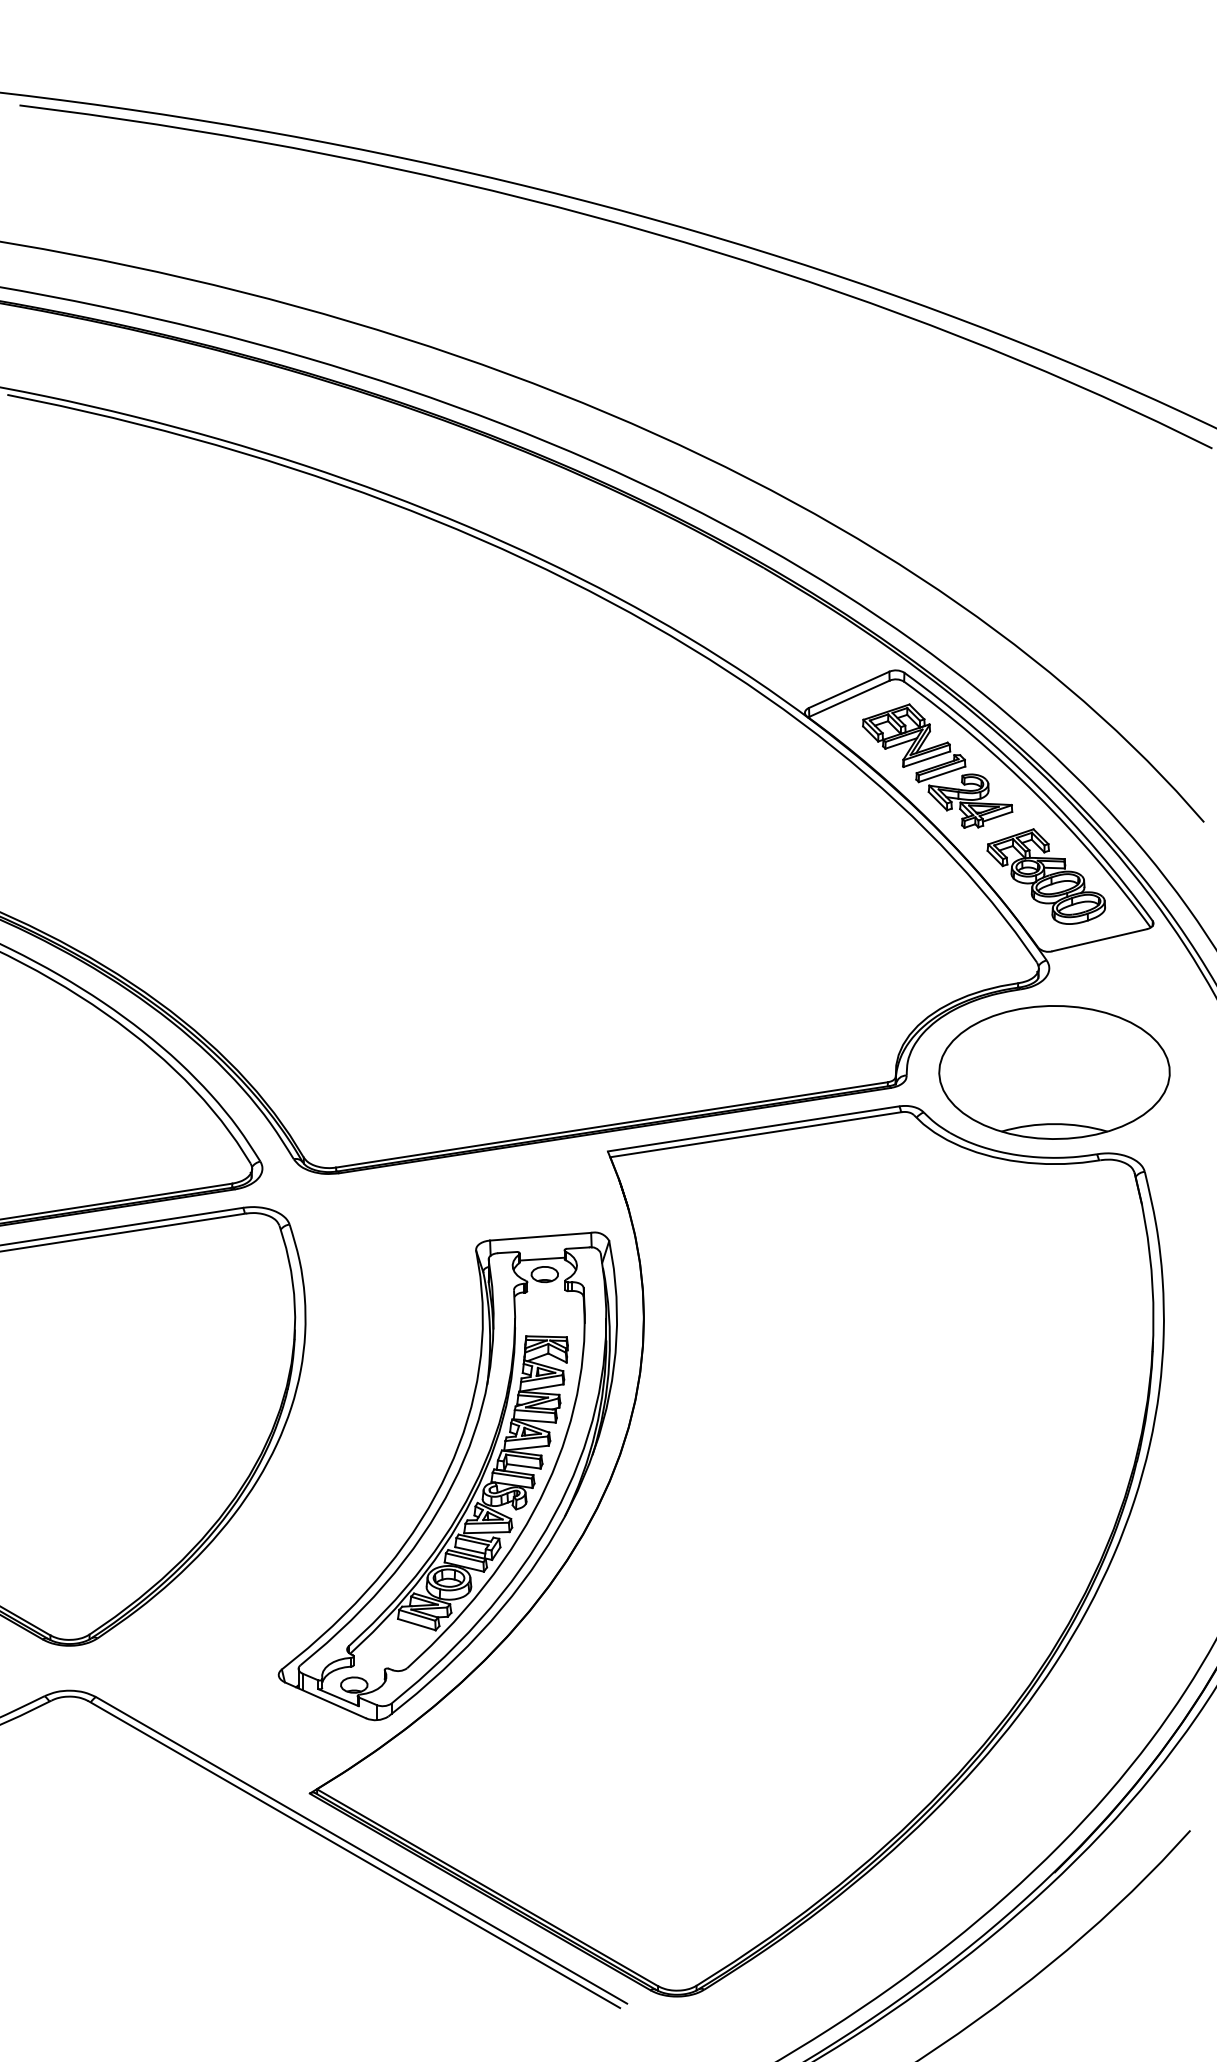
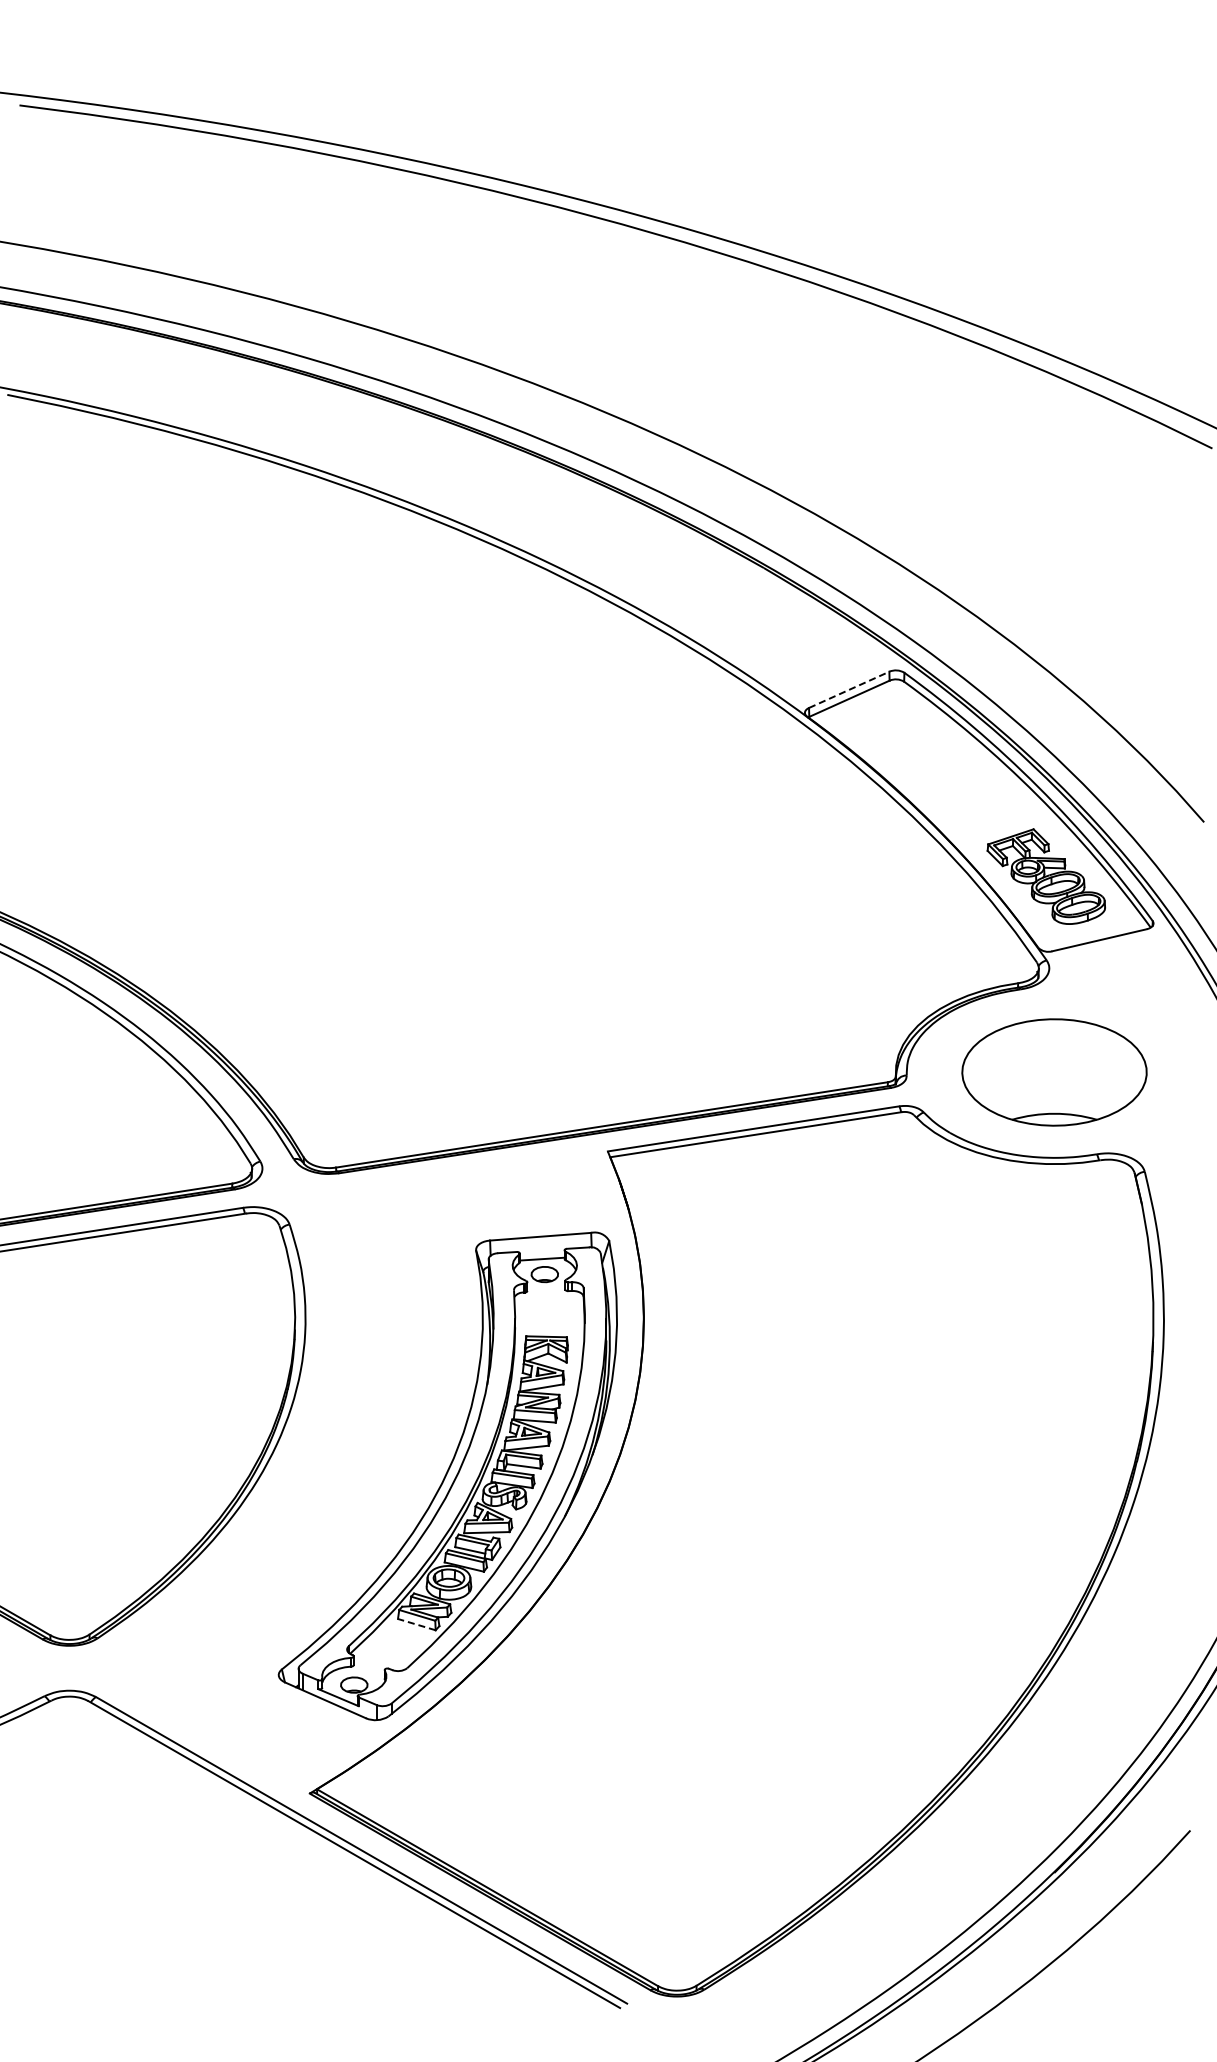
line at (849, 689): solid -> dashed
part at (937, 765): present -> none
part at (1054, 1072) size: 233x135 px -> 187x109 px
line at (416, 1624): solid -> dashed
